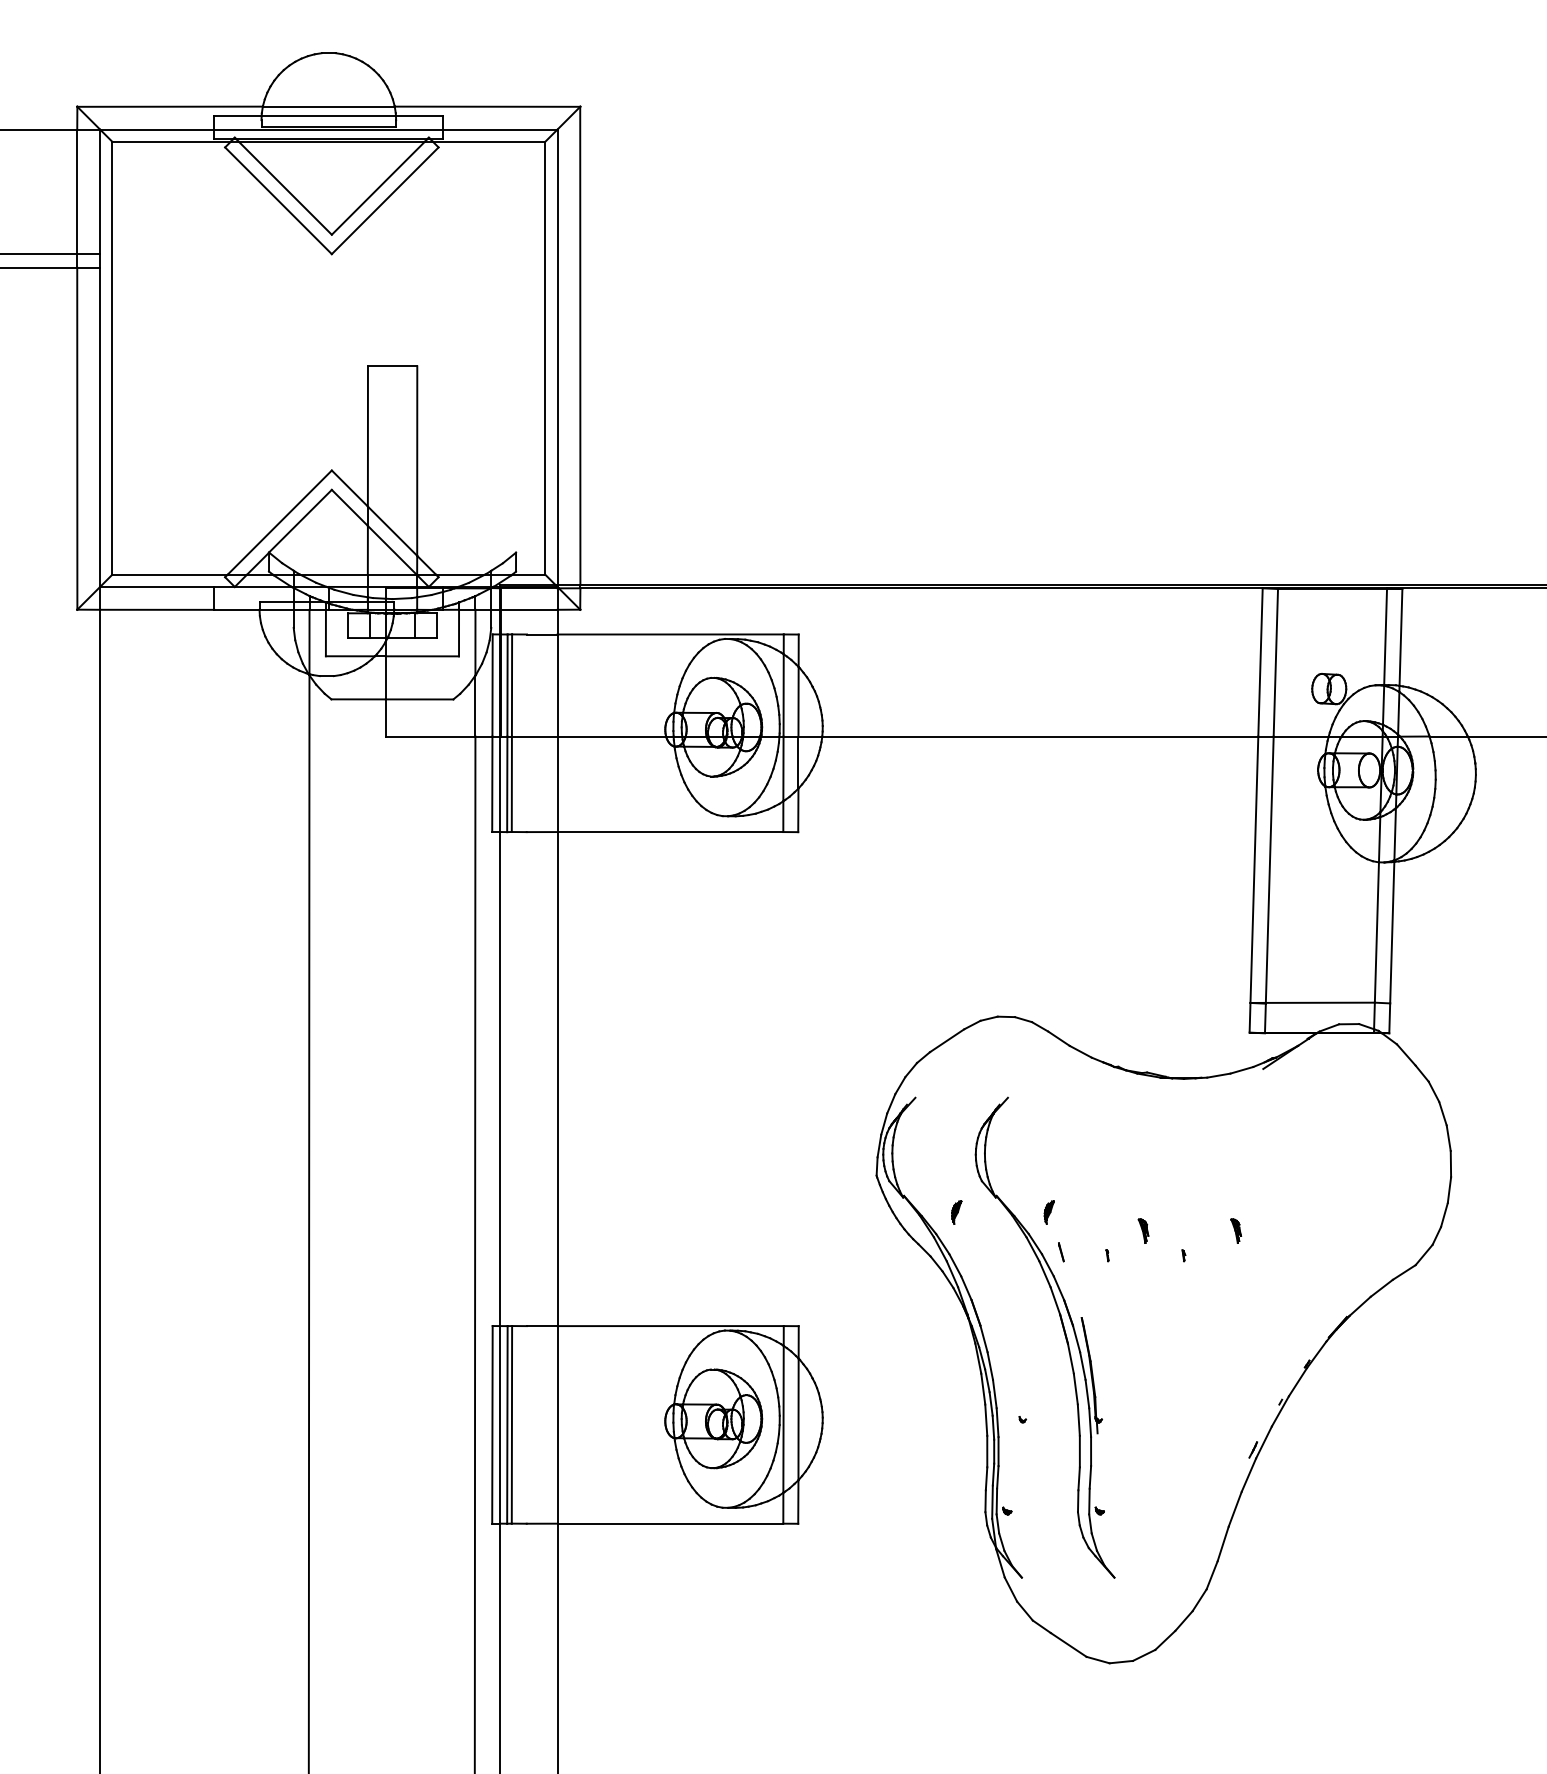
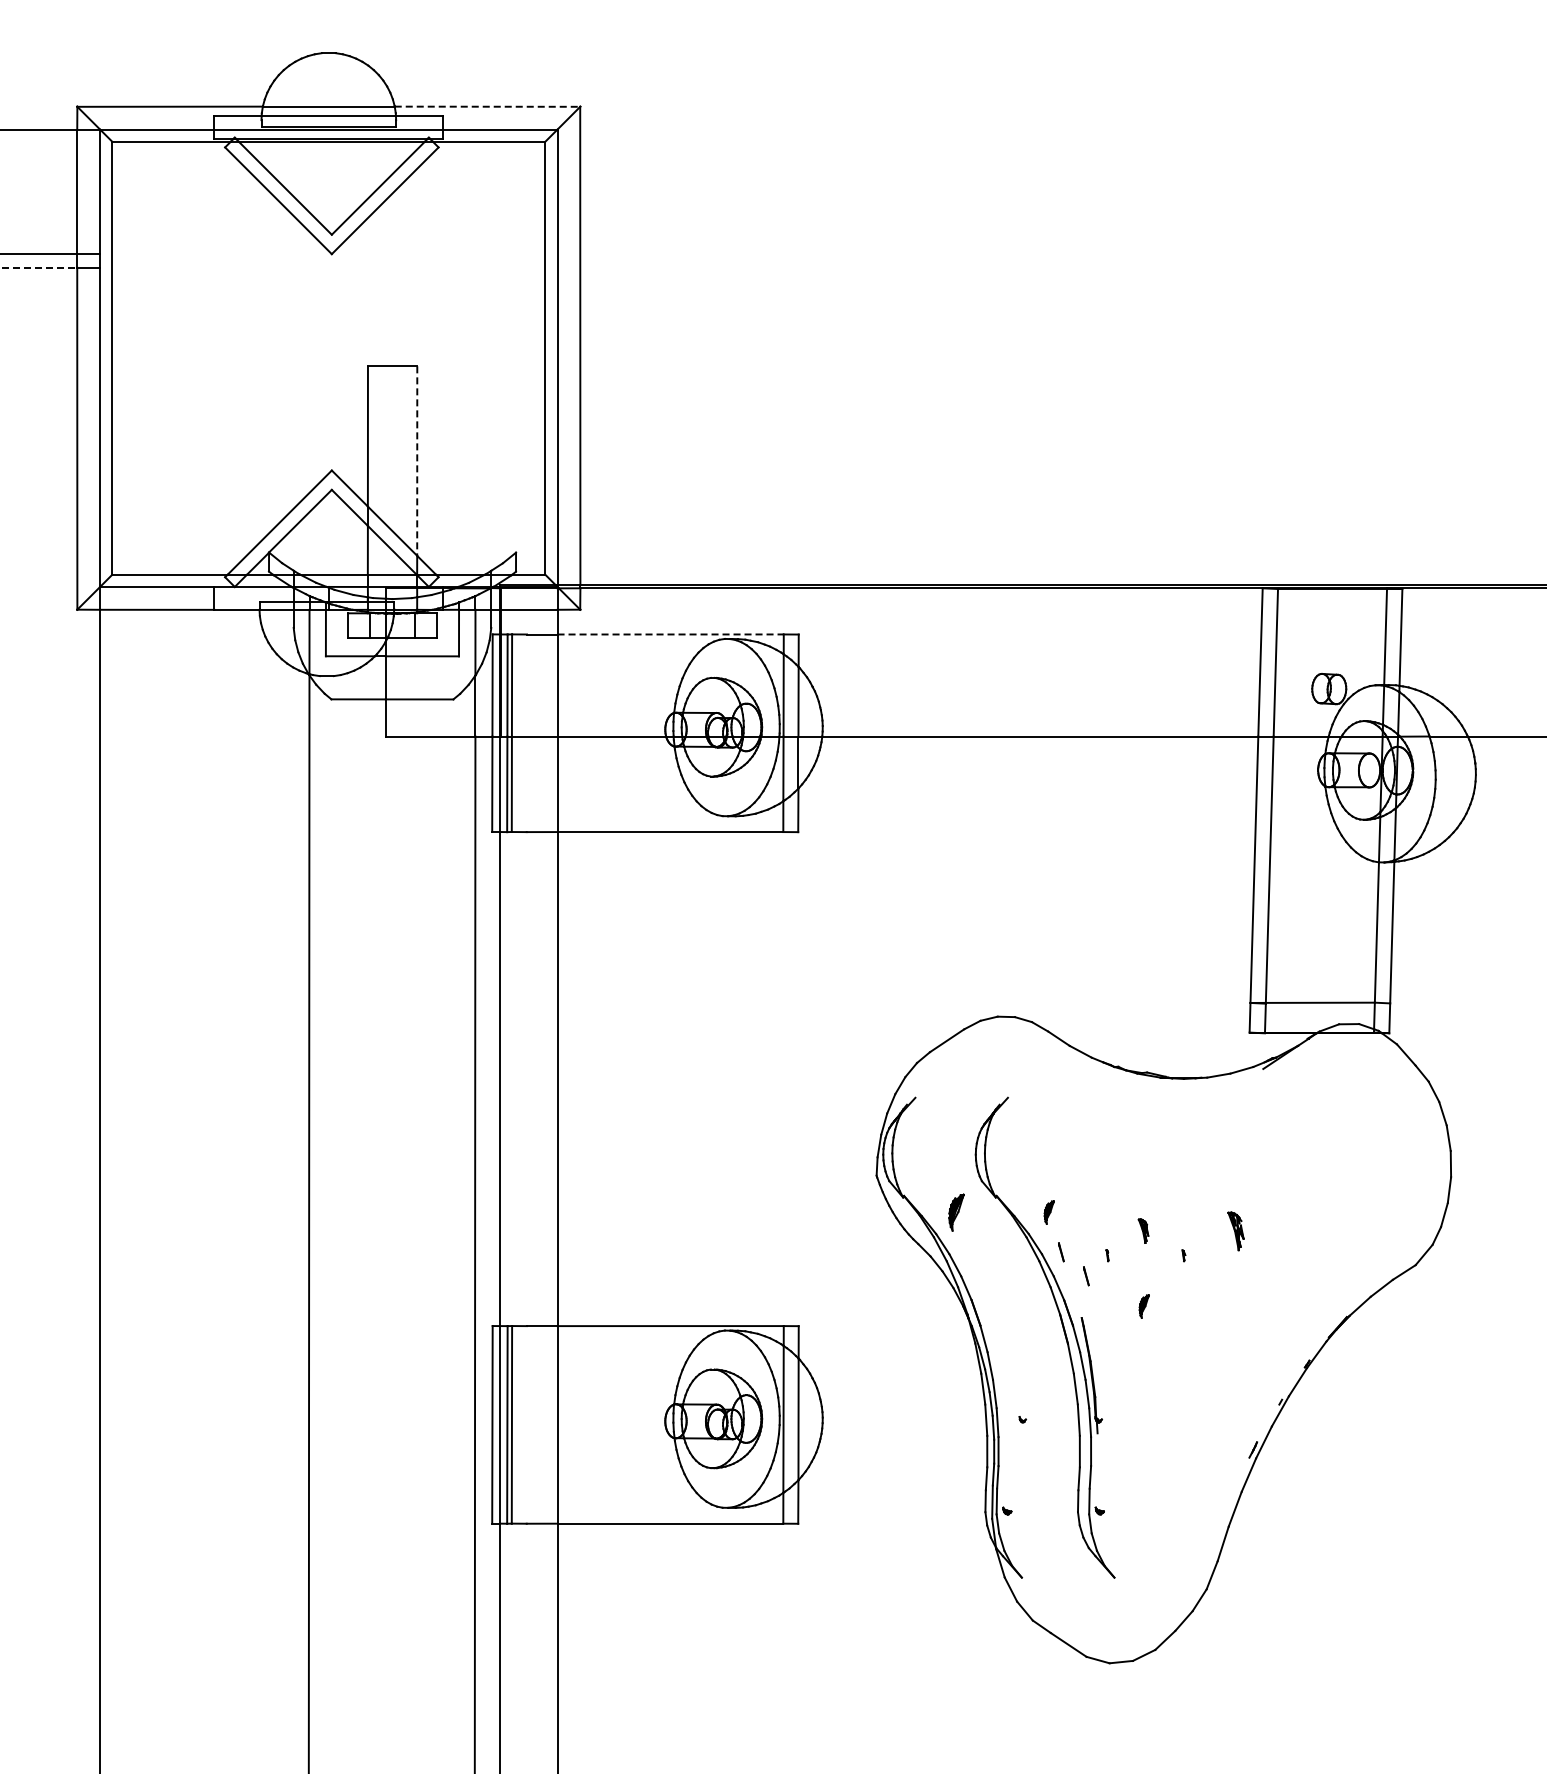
line at (487, 106): solid -> dashed
line at (39, 267): solid -> dashed
line at (417, 461): solid -> dashed
line at (671, 634): solid -> dashed
part at (956, 1212) size: 12x25 px -> 17x39 px
part at (1236, 1230) size: 13x26 px -> 18x41 px
line at (1086, 1276): none -> present
part at (1143, 1306): none -> present
